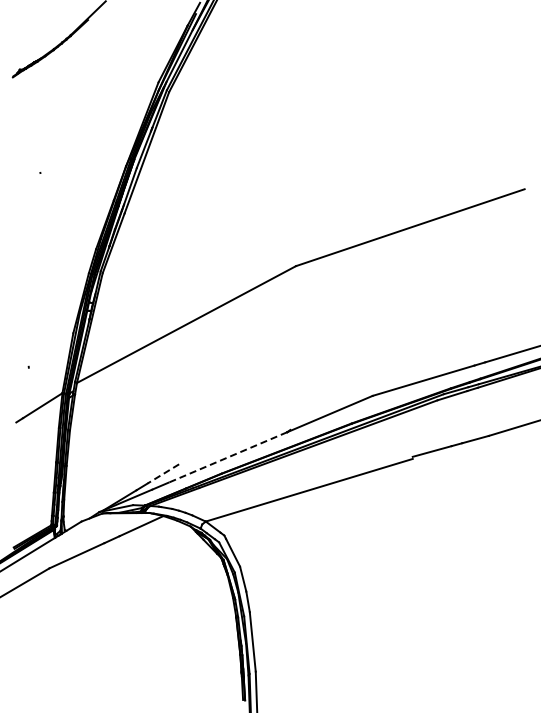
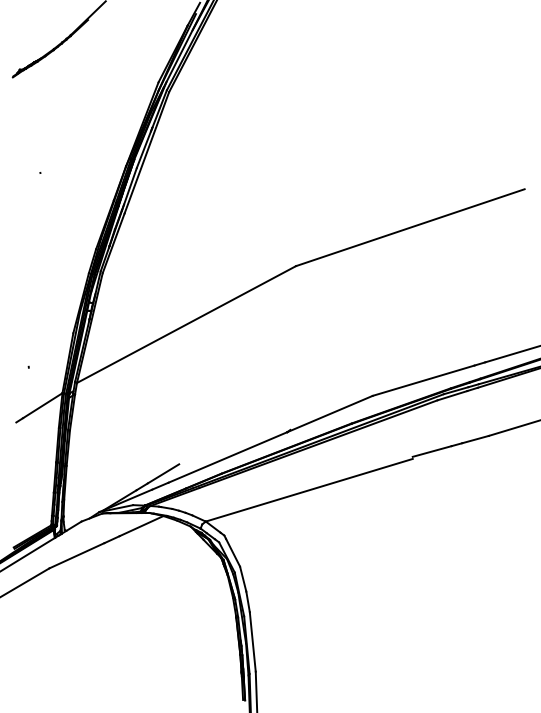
line at (227, 457): dashed -> solid
line at (163, 474): dashed -> solid
